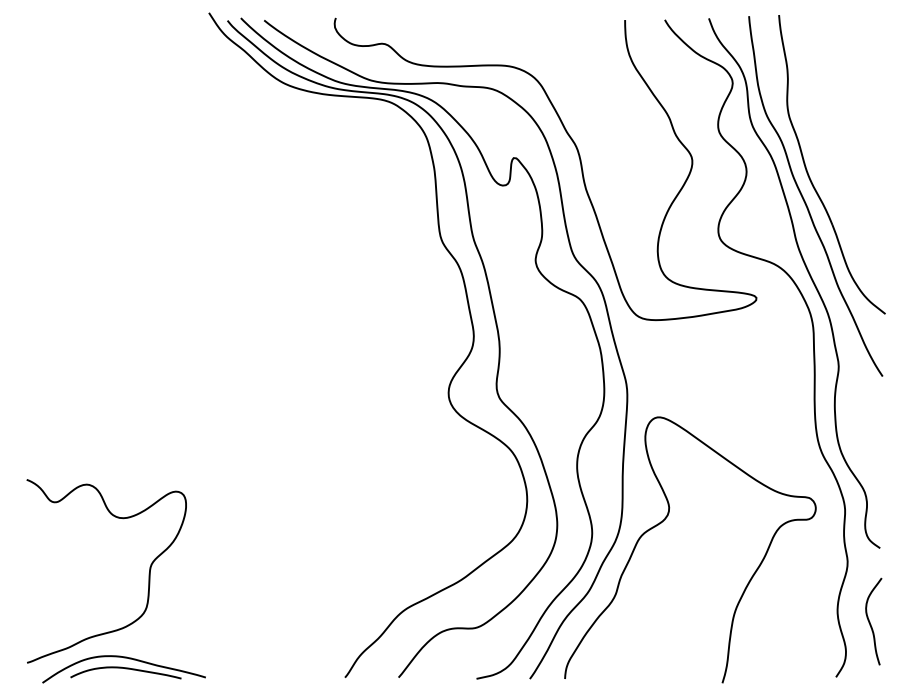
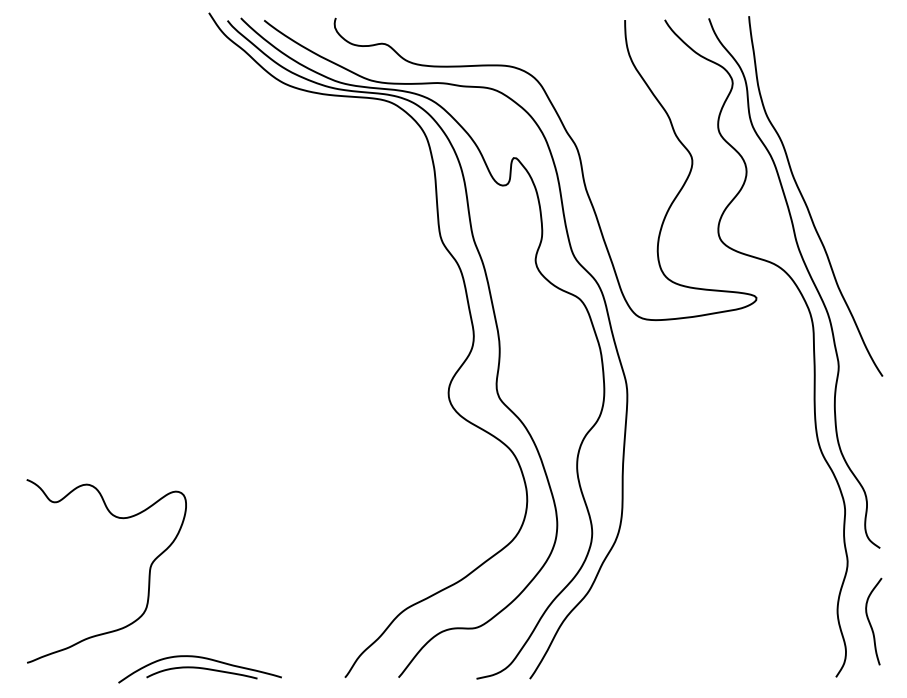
part at (808, 172): present -> none
curve at (663, 521): present -> none
part at (123, 669) position: (123, 669) -> (199, 669)
